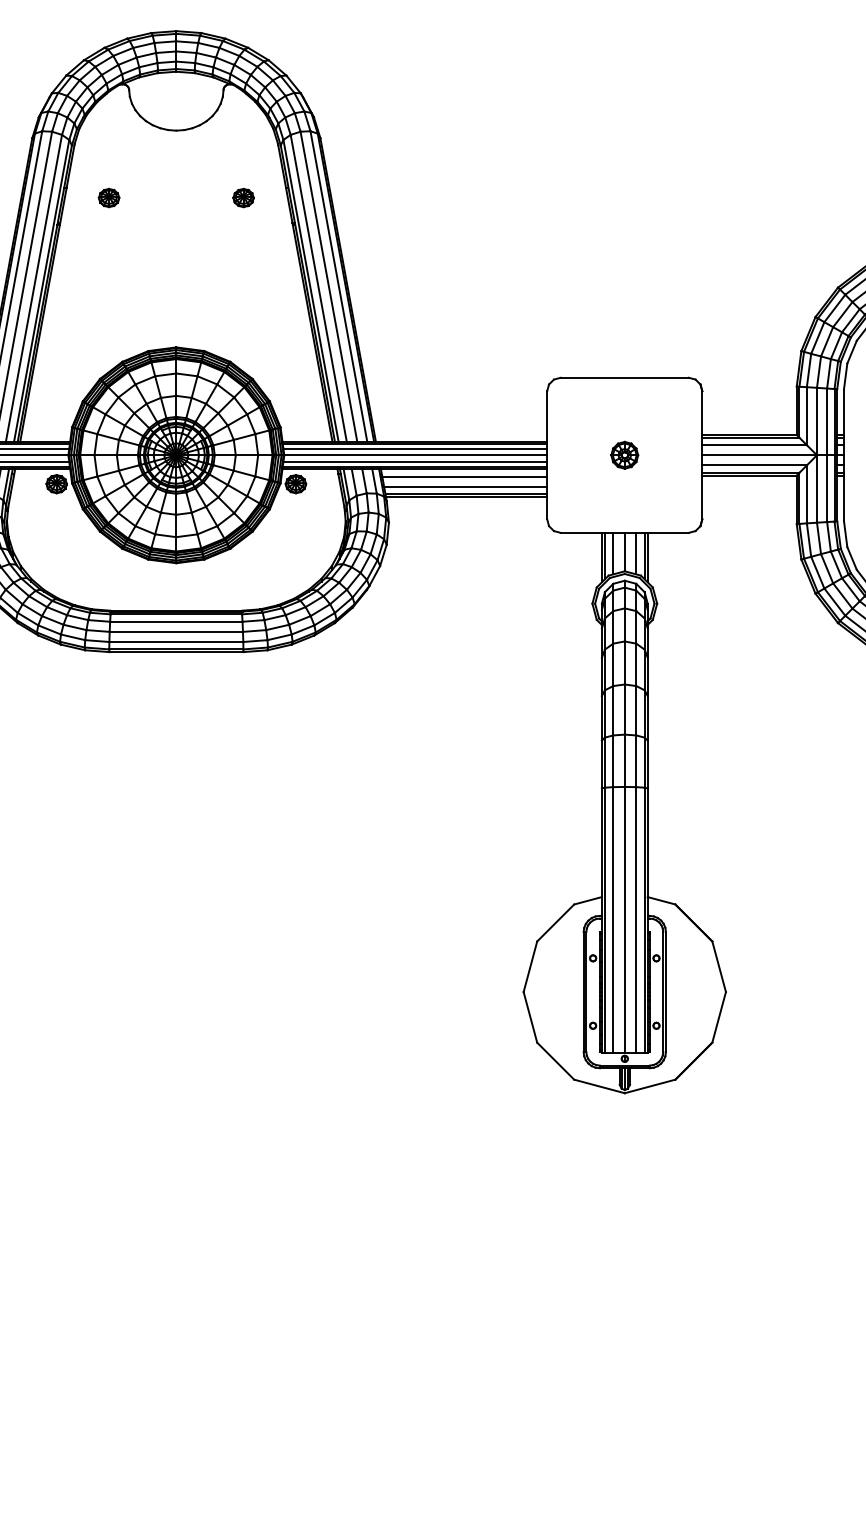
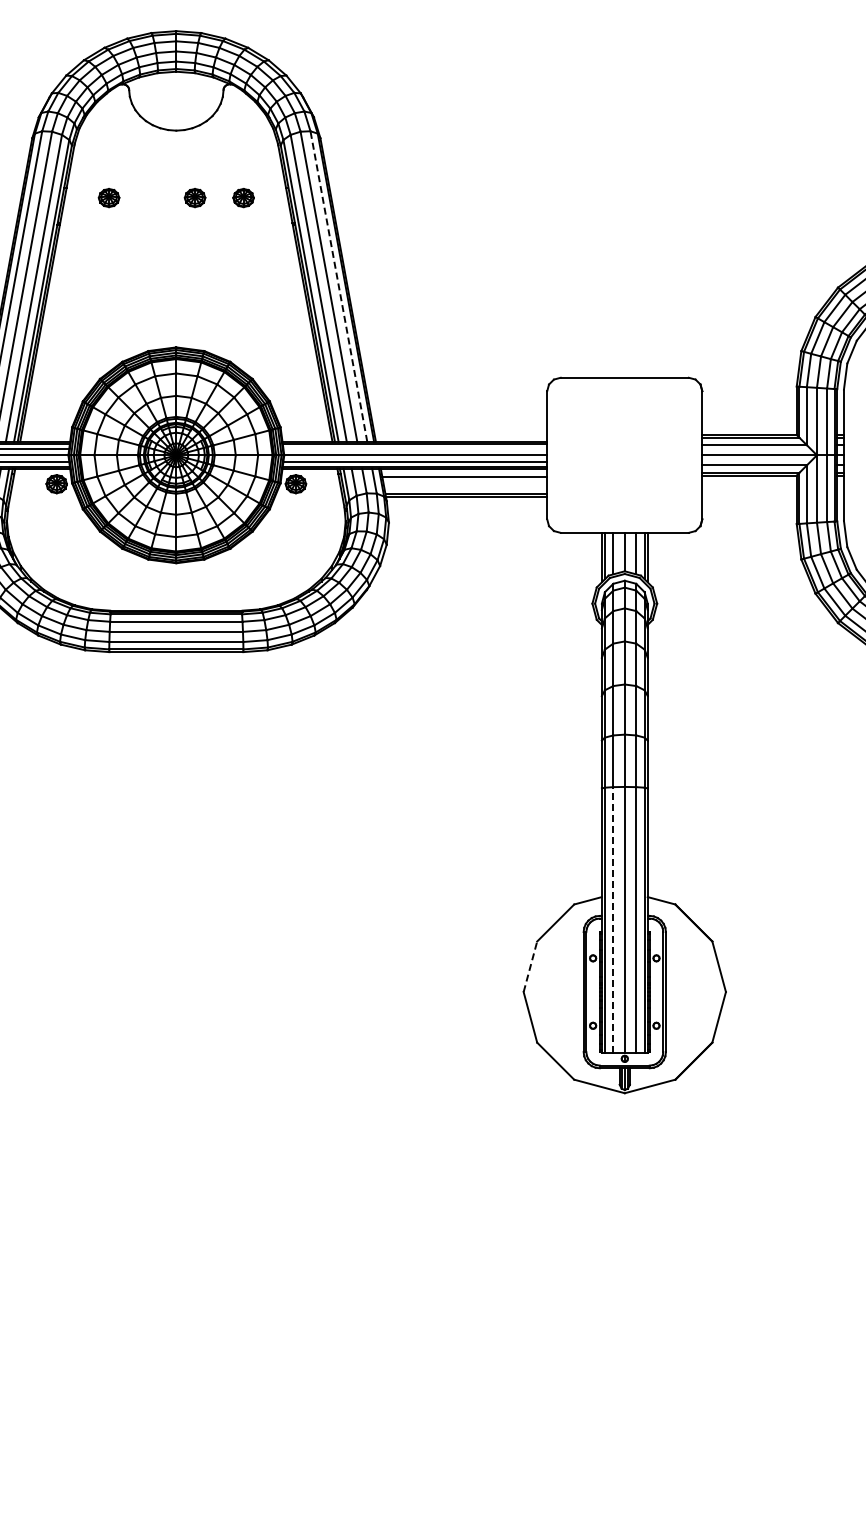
part at (194, 198): none -> present
line at (338, 286): solid -> dashed
line at (415, 448): present -> none
part at (624, 454): present -> none
line at (465, 487): present -> none
line at (613, 919): solid -> dashed
line at (530, 966): solid -> dashed
